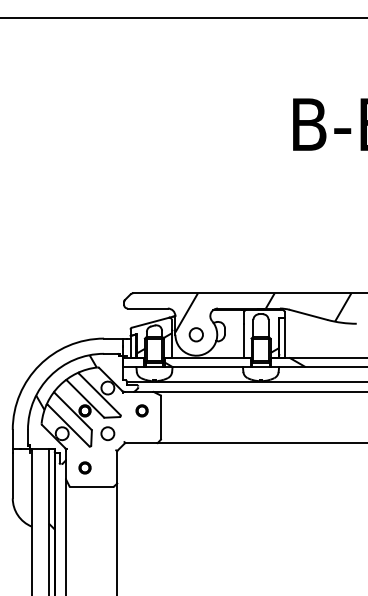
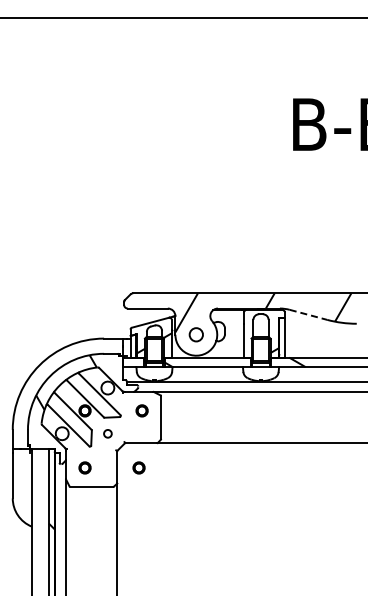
line at (308, 315): solid -> dashed
circle at (107, 433) size: 16x16 px -> 10x10 px
circle at (138, 467): none -> present
